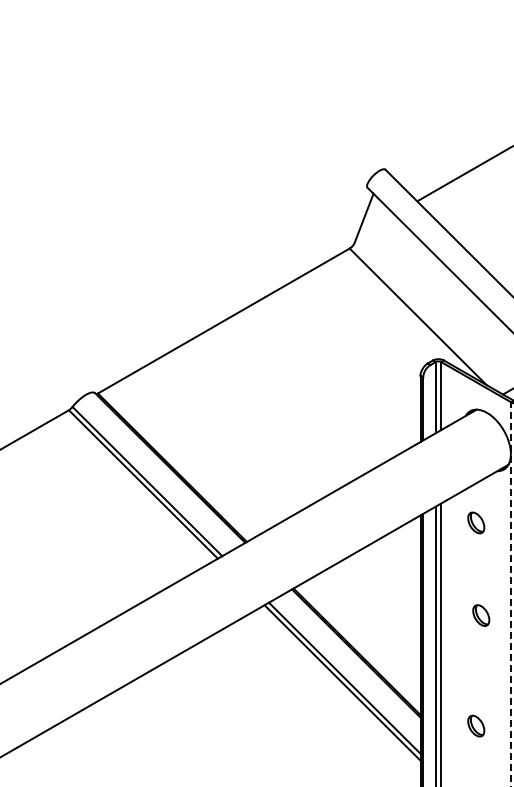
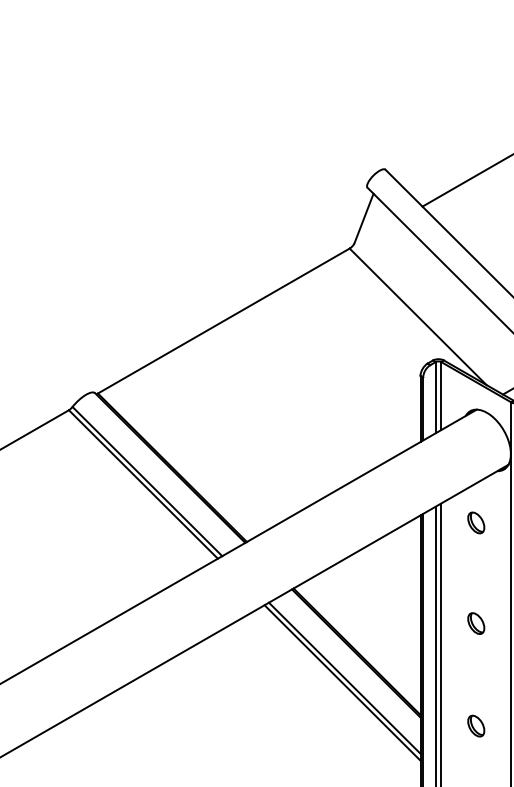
line at (464, 173) position: (464, 173) -> (466, 181)
line at (511, 594): dashed -> solid
part at (481, 615) position: (481, 615) -> (476, 623)
